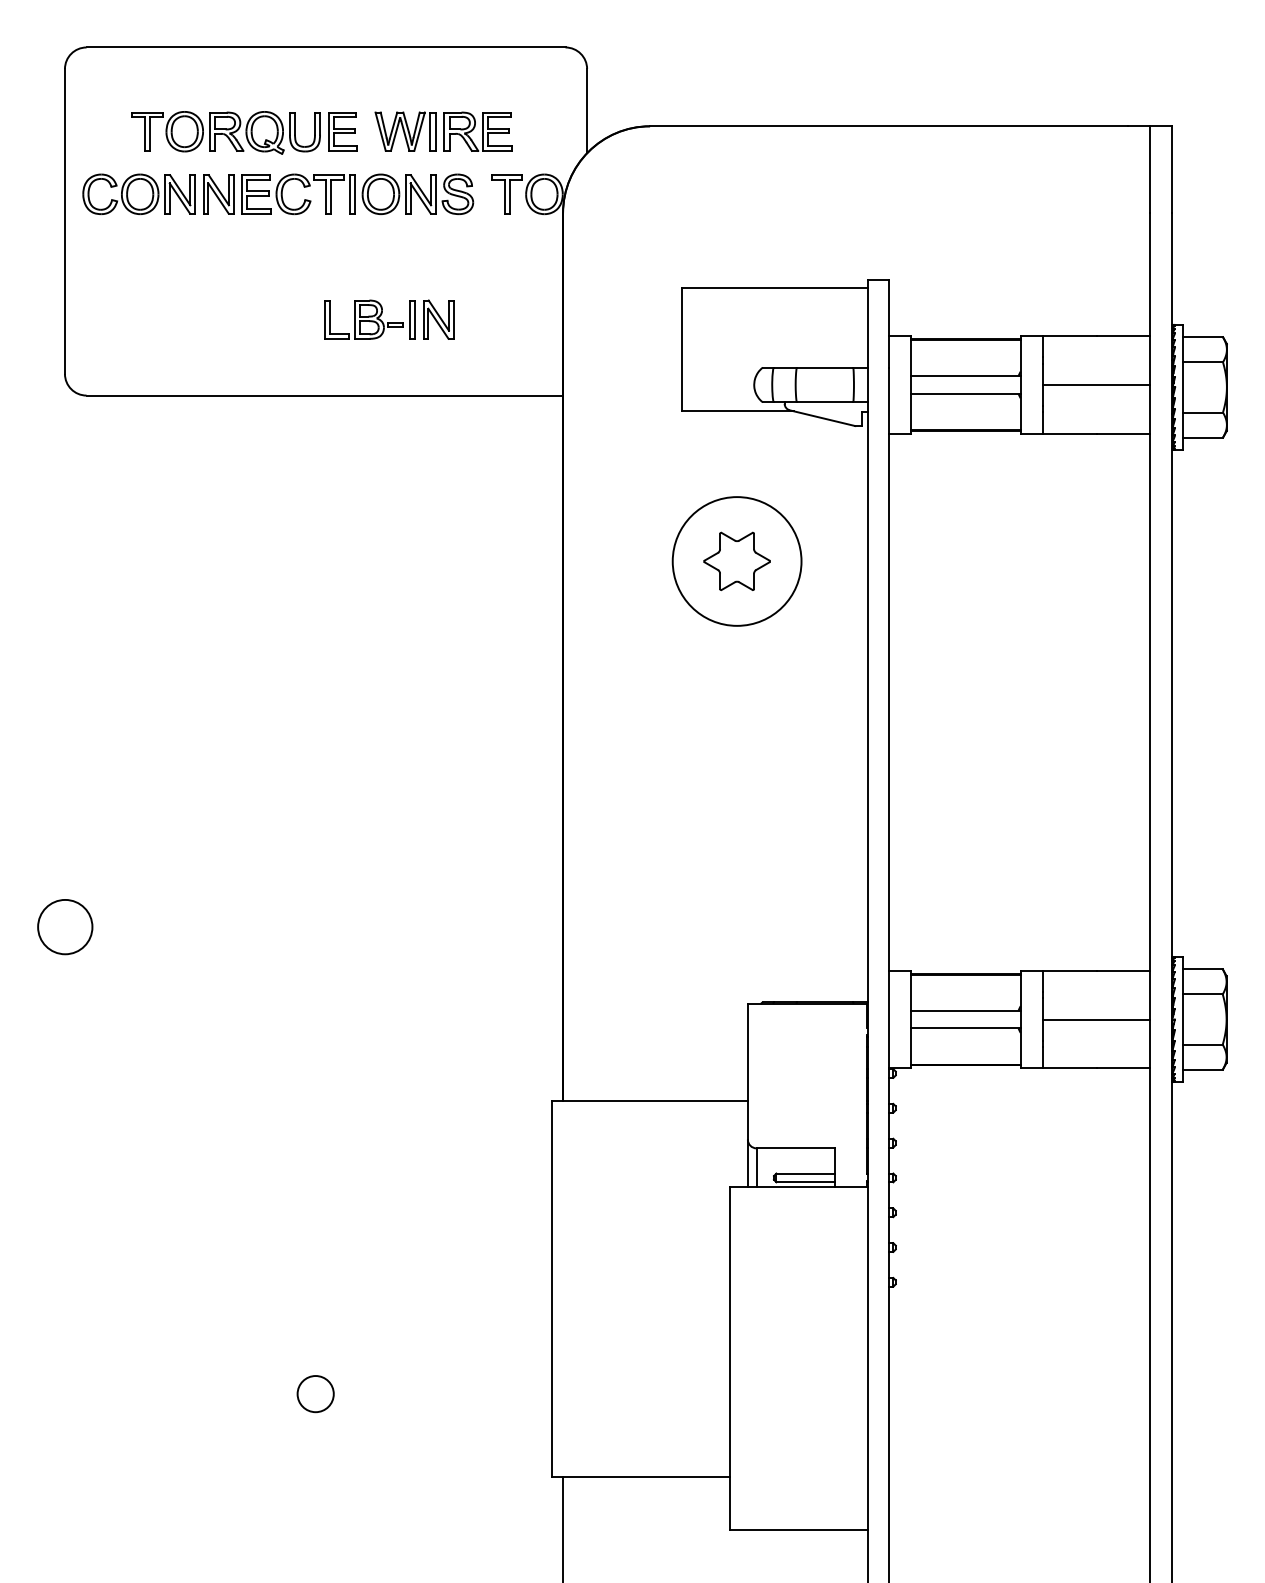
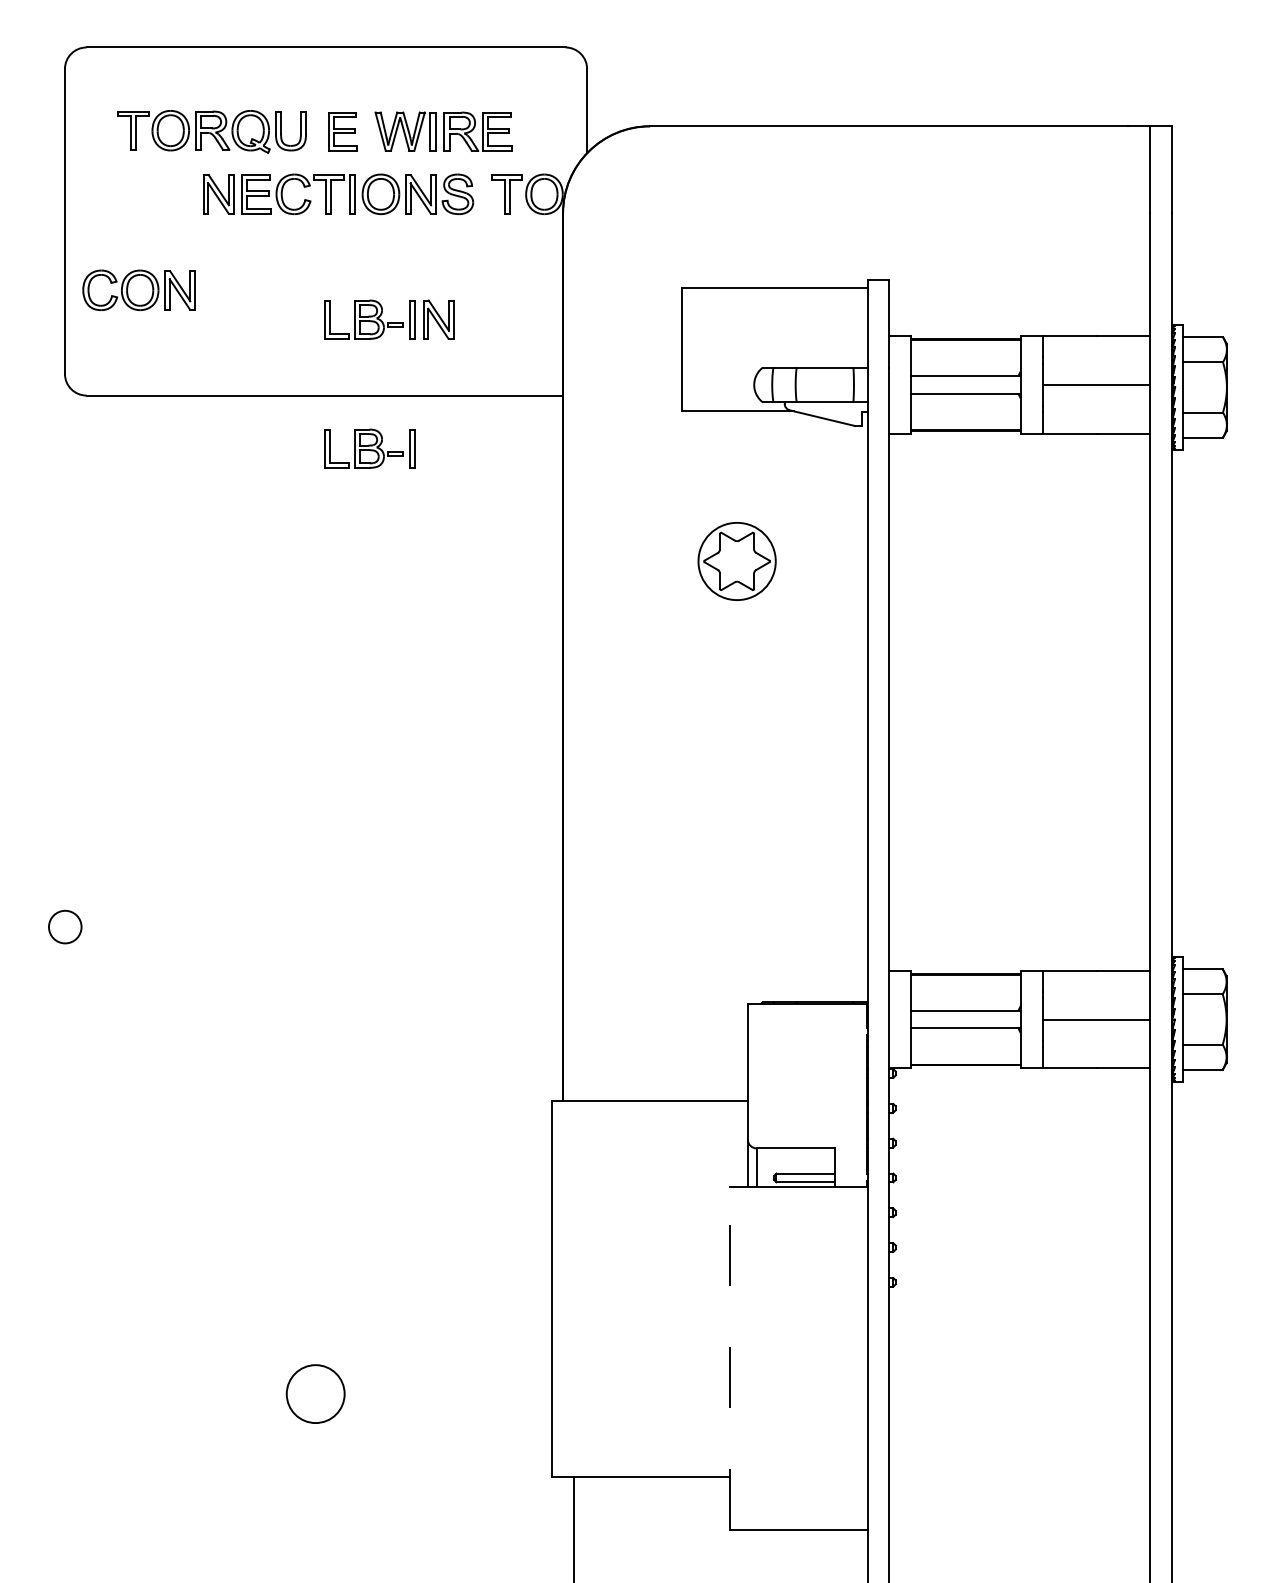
part at (225, 132) position: (225, 132) -> (211, 131)
part at (138, 193) position: (138, 193) -> (138, 289)
part at (369, 448): none -> present
circle at (736, 561) diameter: 129 px -> 77 px
circle at (65, 926) diameter: 54 px -> 33 px
line at (730, 1357): solid -> dashed
circle at (315, 1394) diameter: 36 px -> 58 px
line at (563, 1527) position: (563, 1527) -> (574, 1527)
